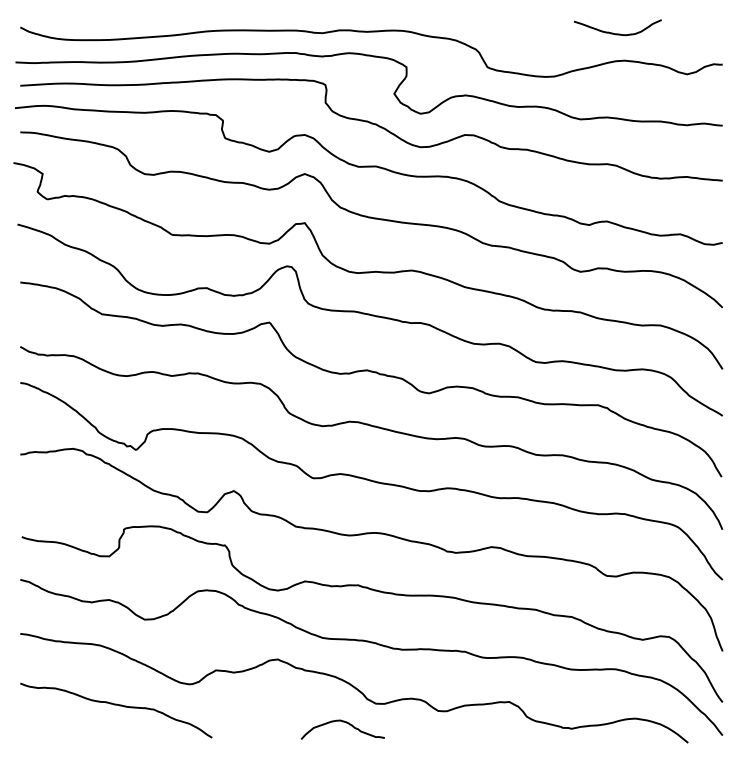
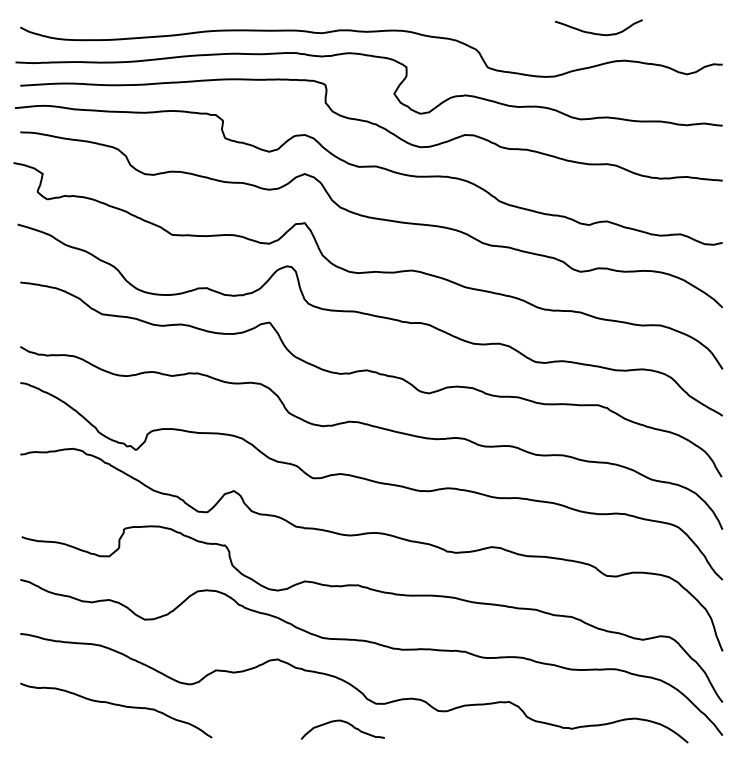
curve at (617, 33) position: (617, 33) -> (598, 33)
